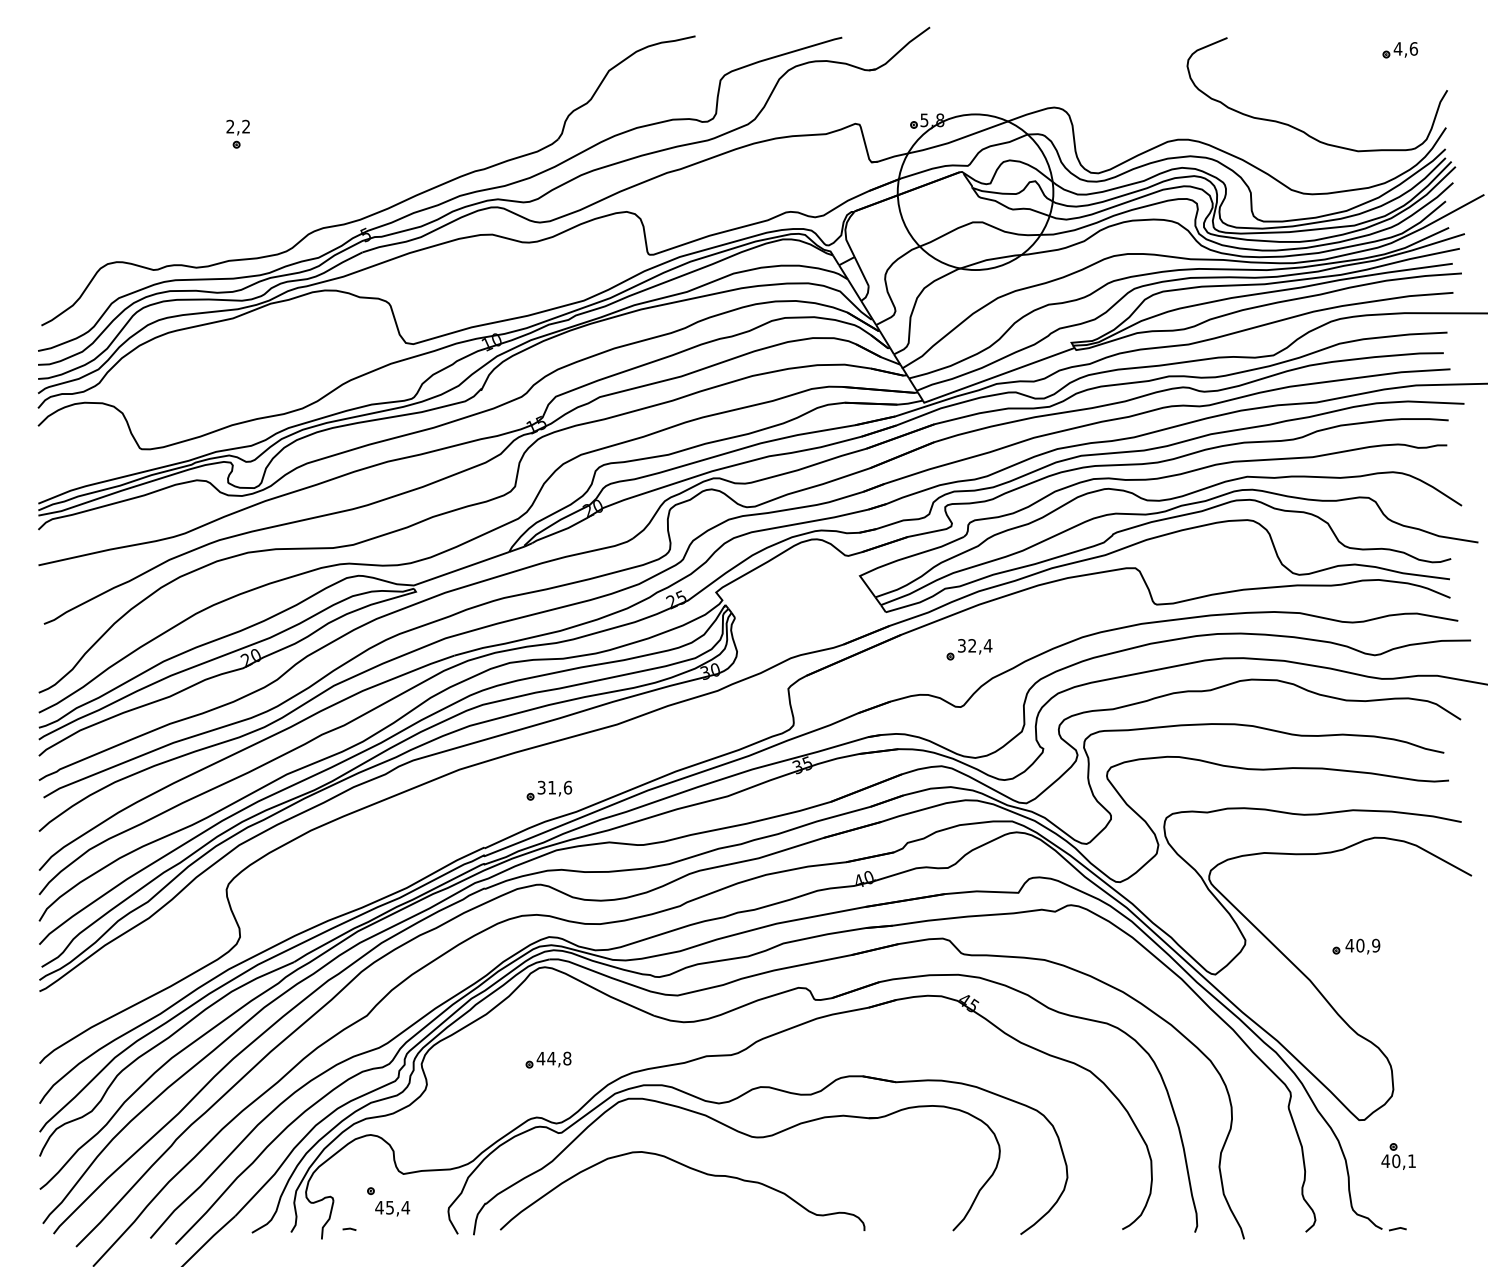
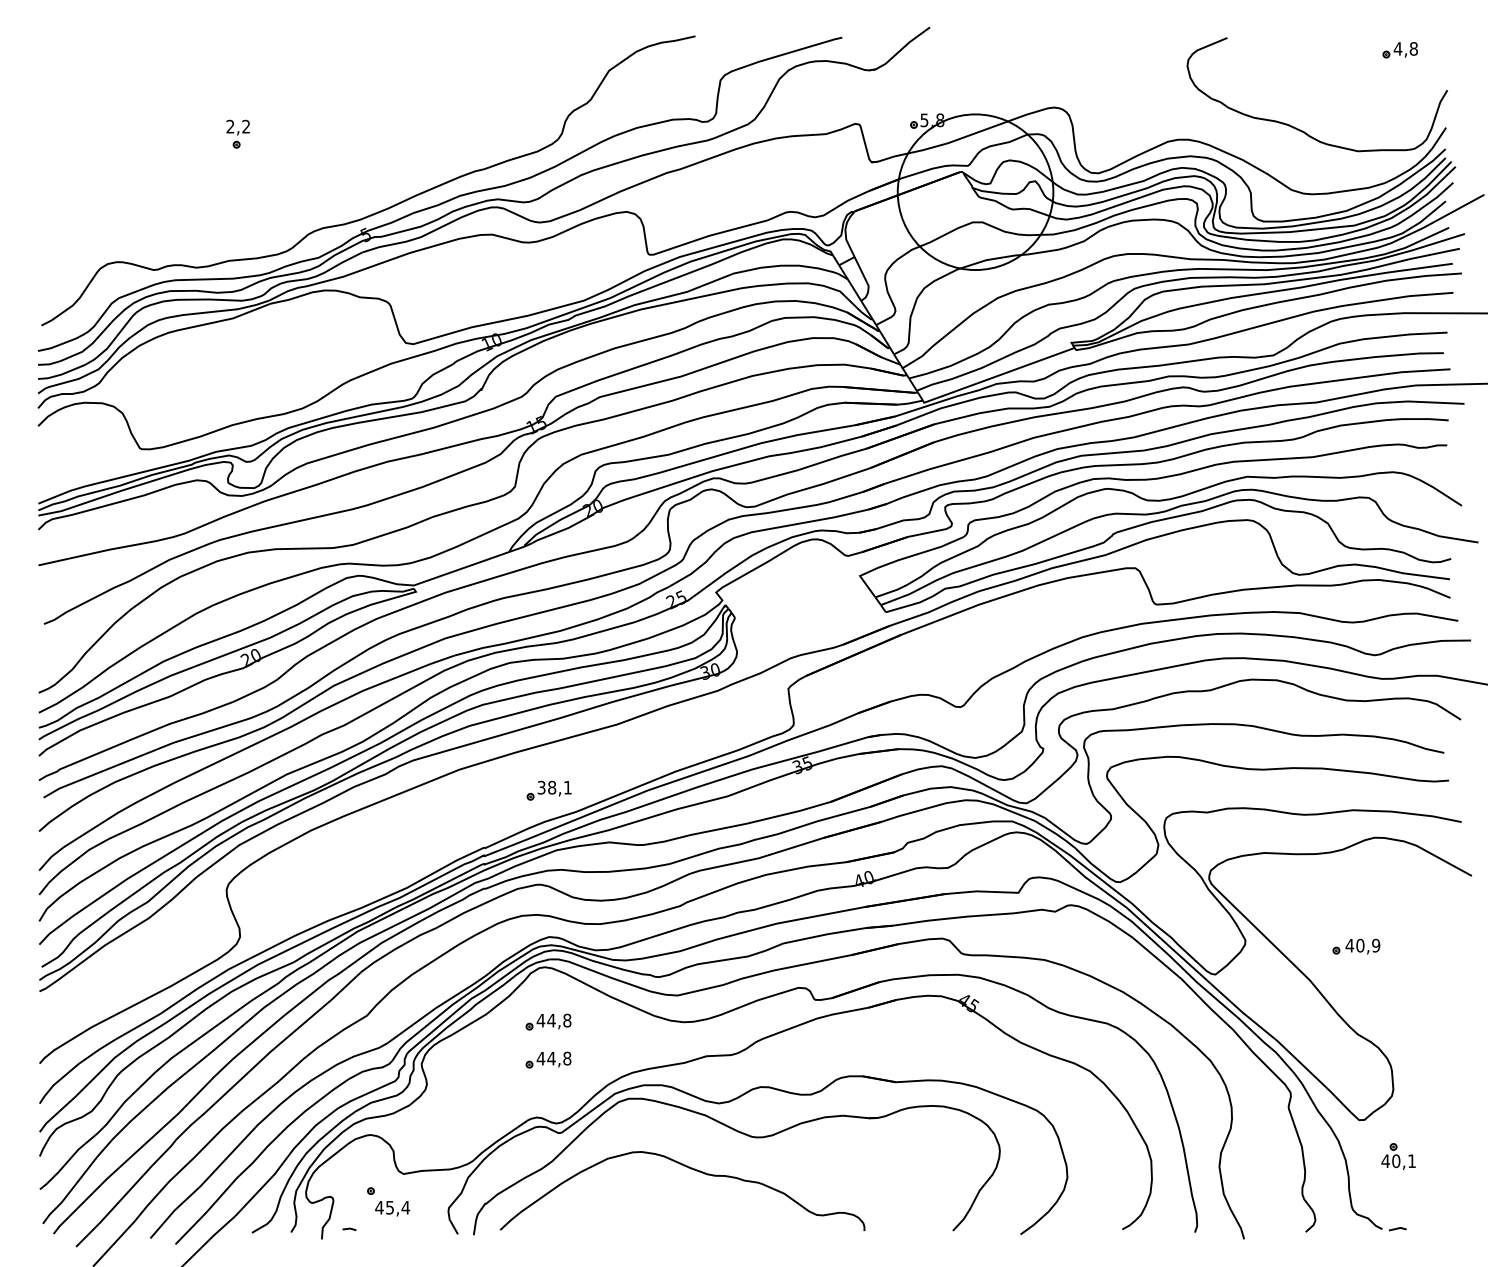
text at (1413, 48): 4,6 -> 4,8
part at (969, 649): present -> none
text at (560, 787): 31,6 -> 38,1
part at (548, 1021): none -> present
